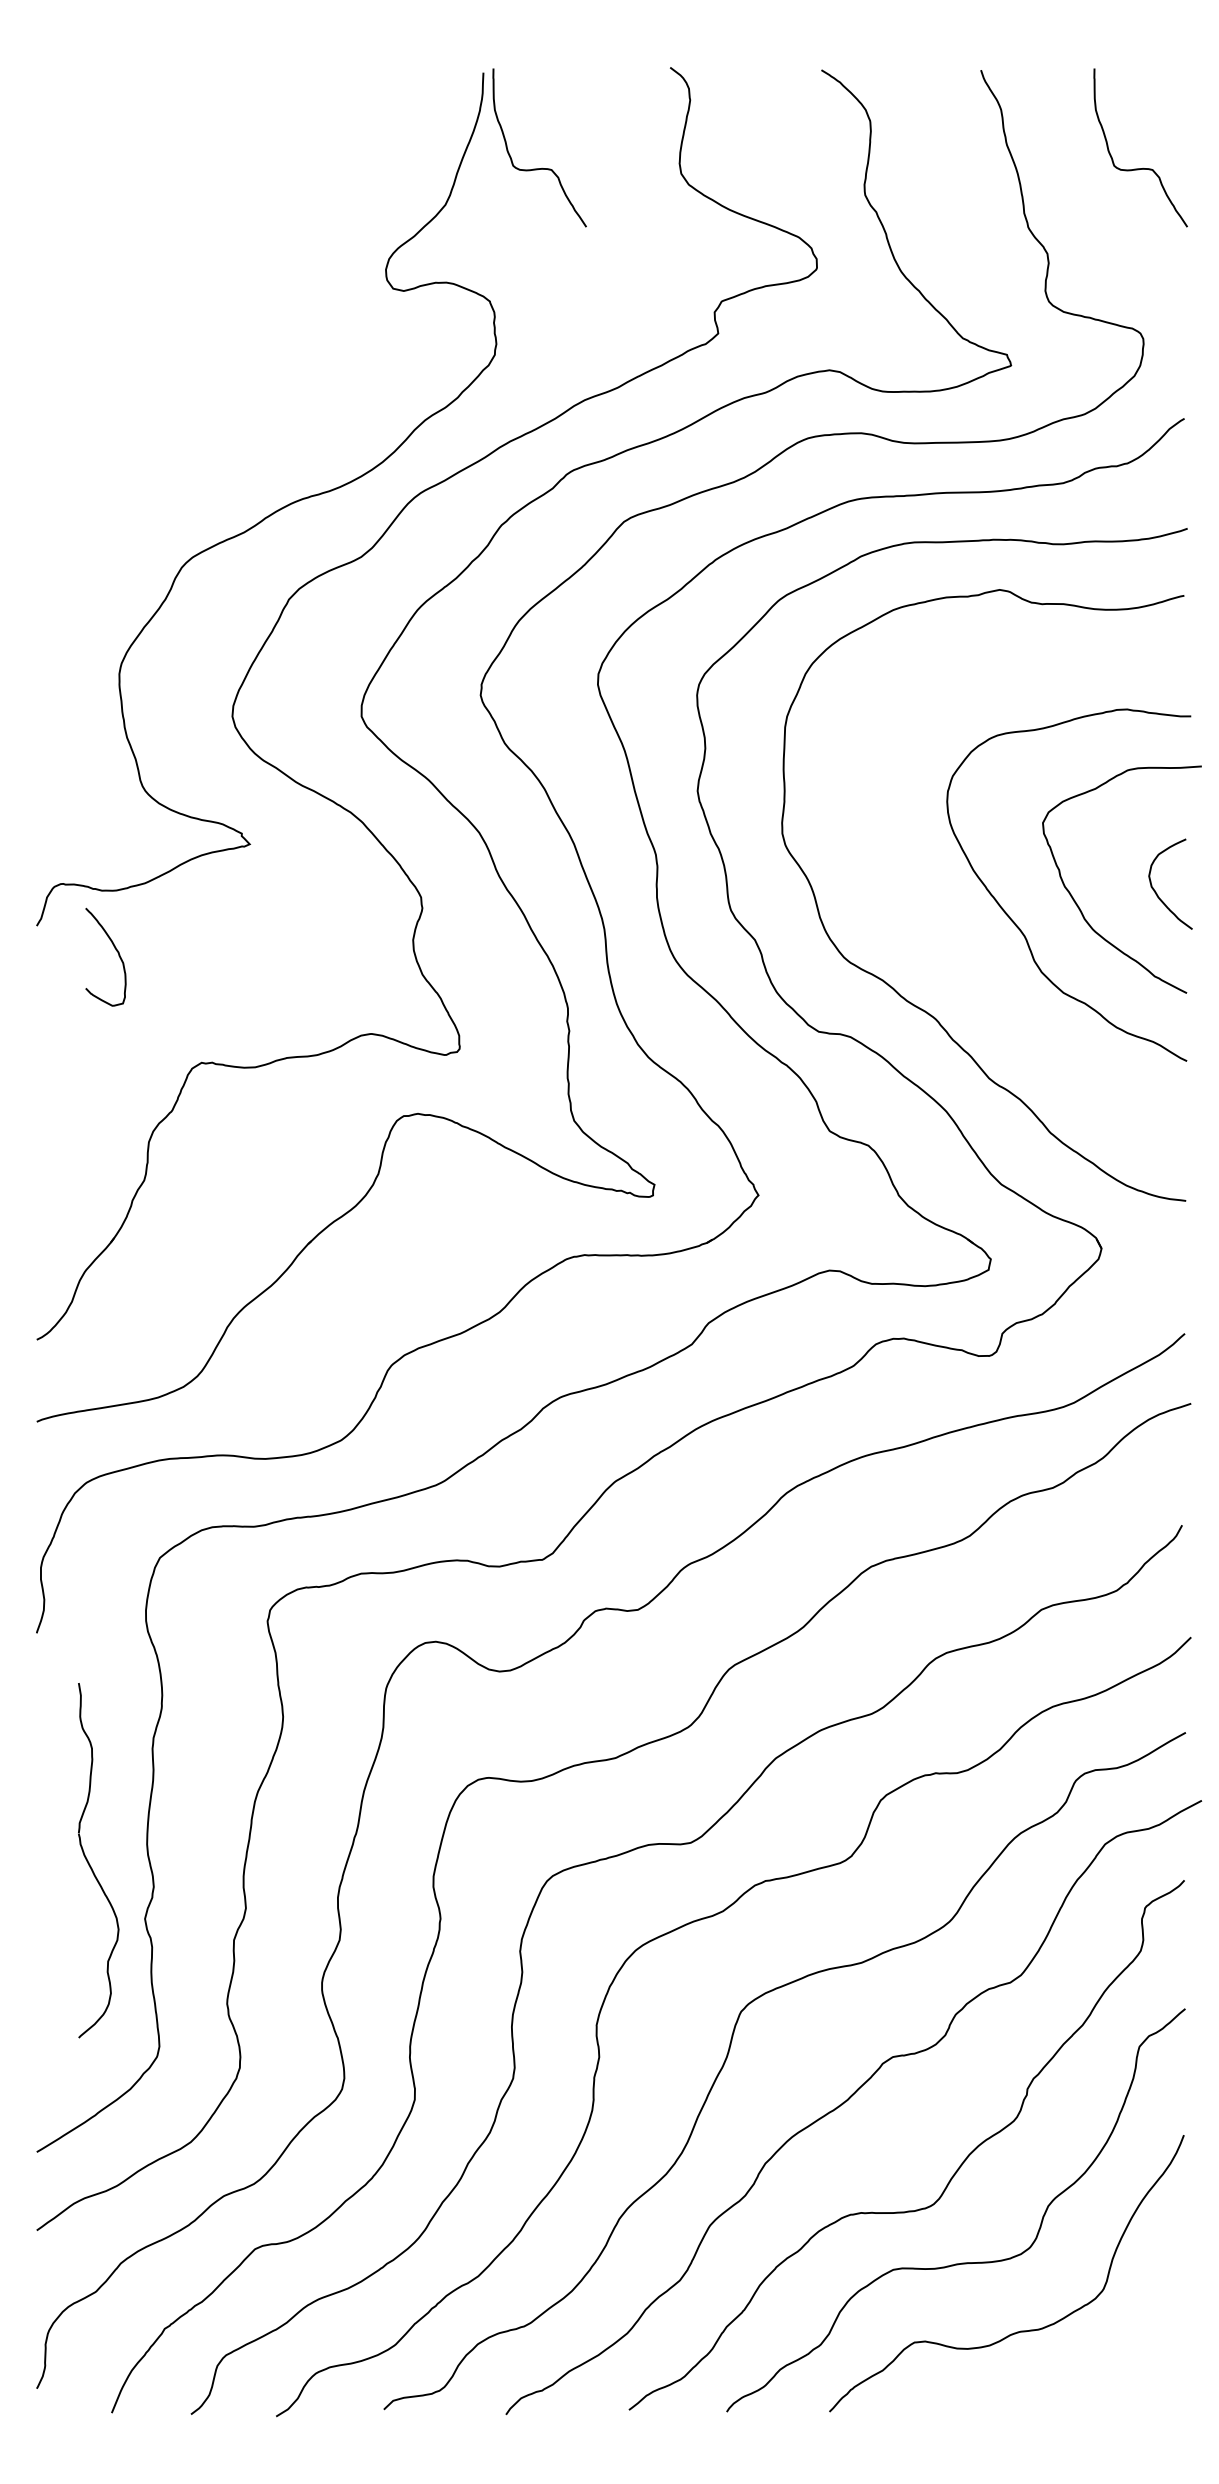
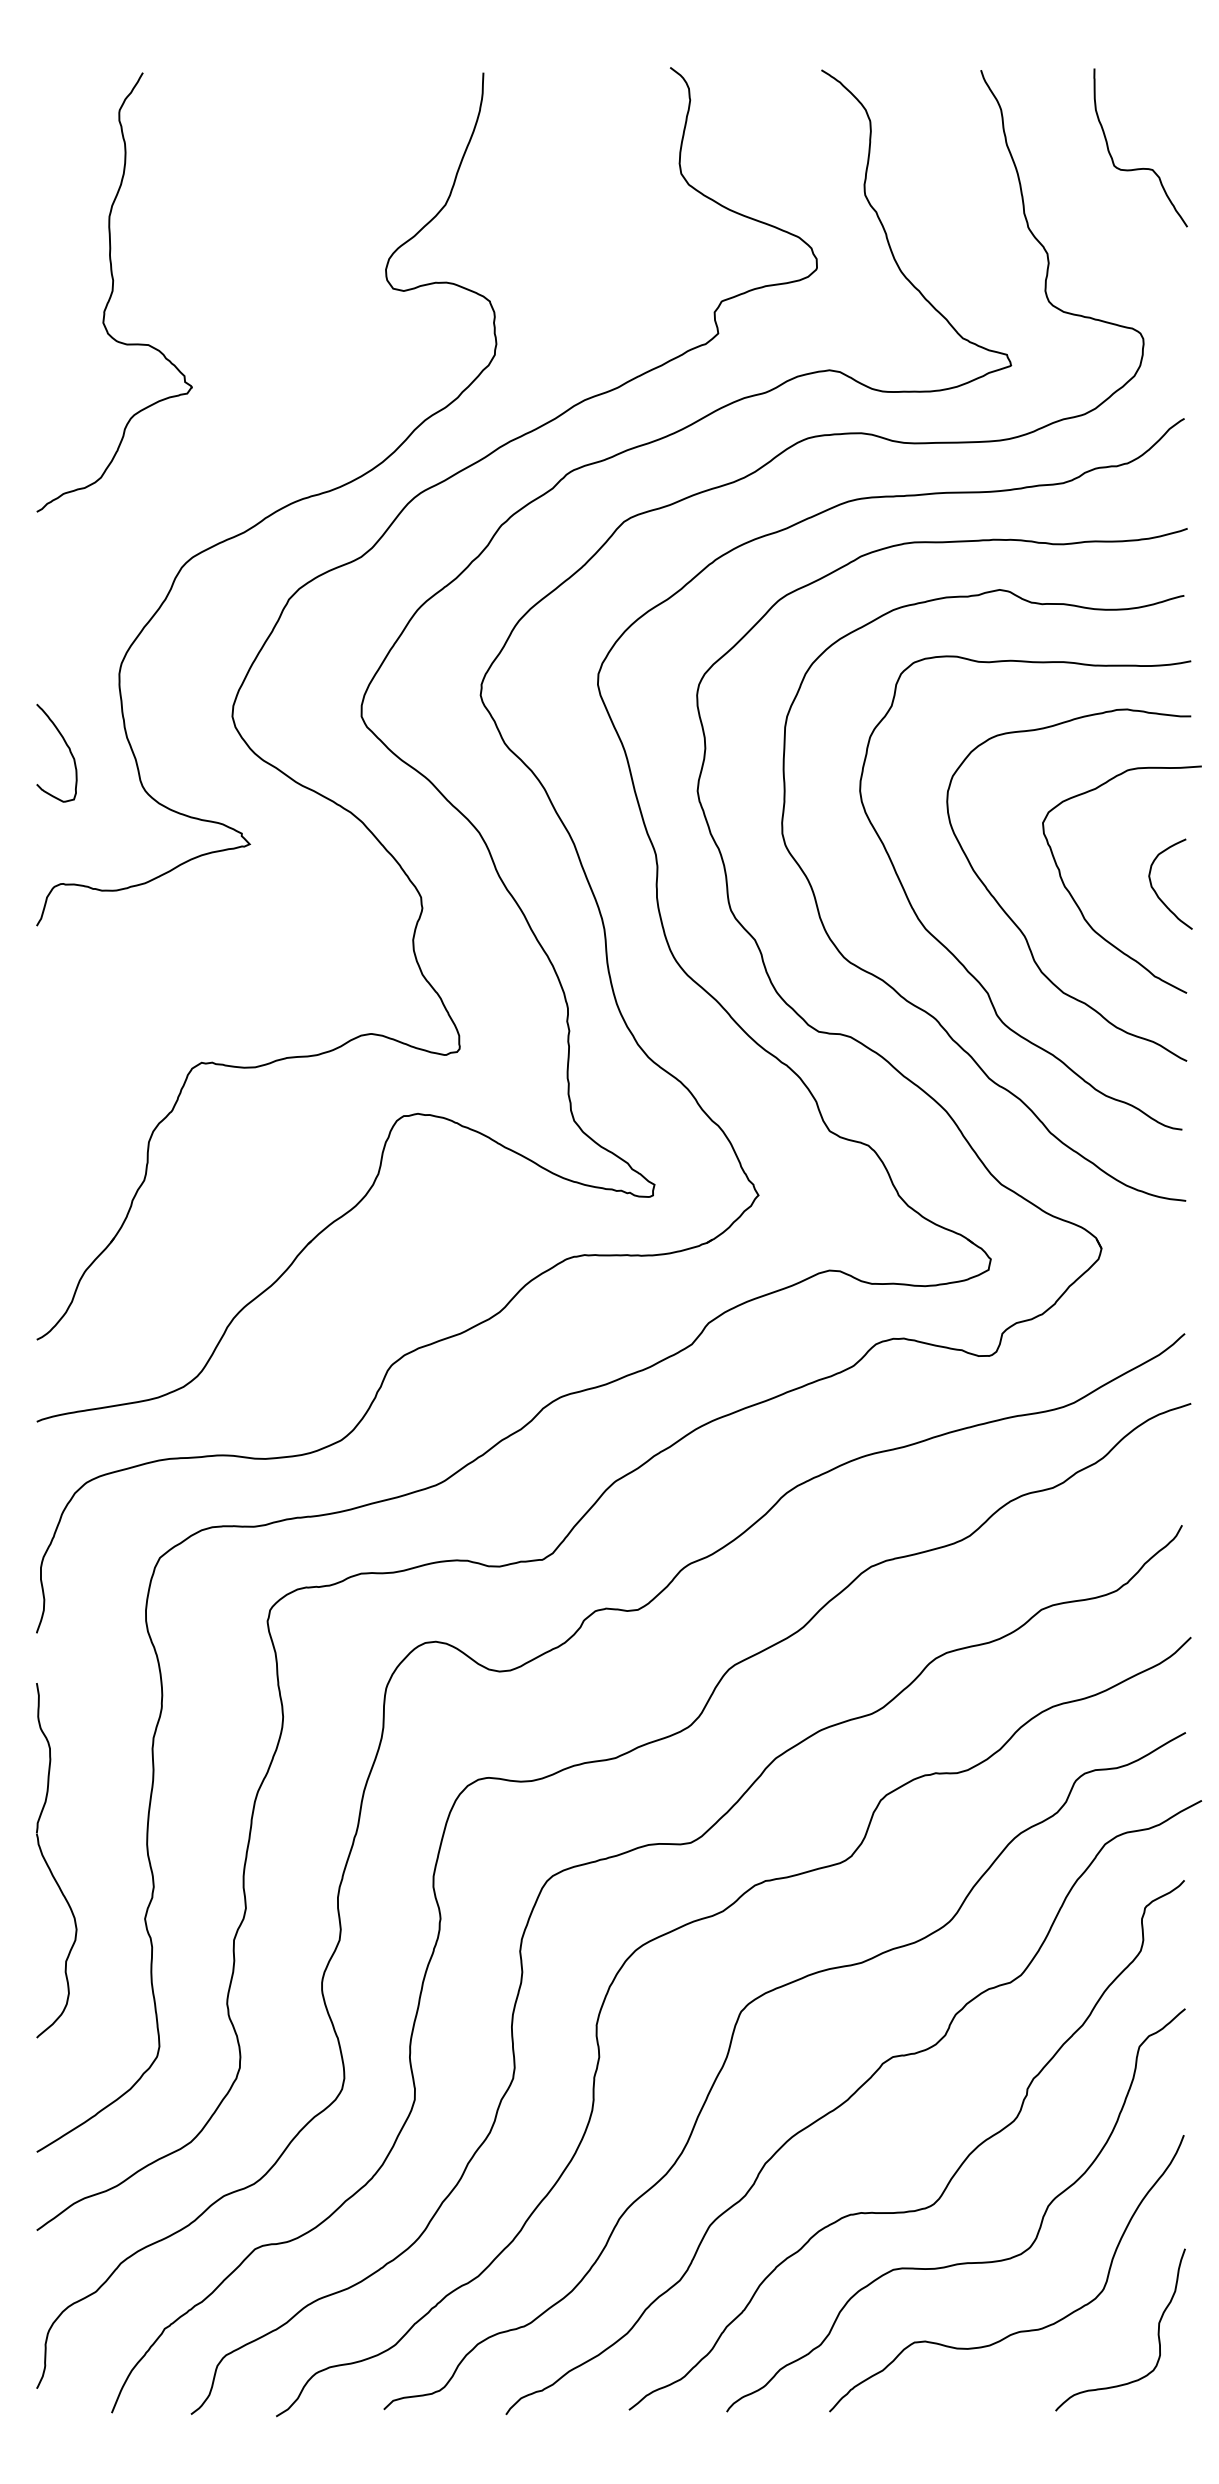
curve at (539, 168): present -> none
curve at (113, 291): none -> present
curve at (114, 948) position: (114, 948) -> (65, 744)
curve at (955, 955): none -> present
part at (90, 1864) position: (90, 1864) -> (48, 1864)
curve at (1157, 2330): none -> present
